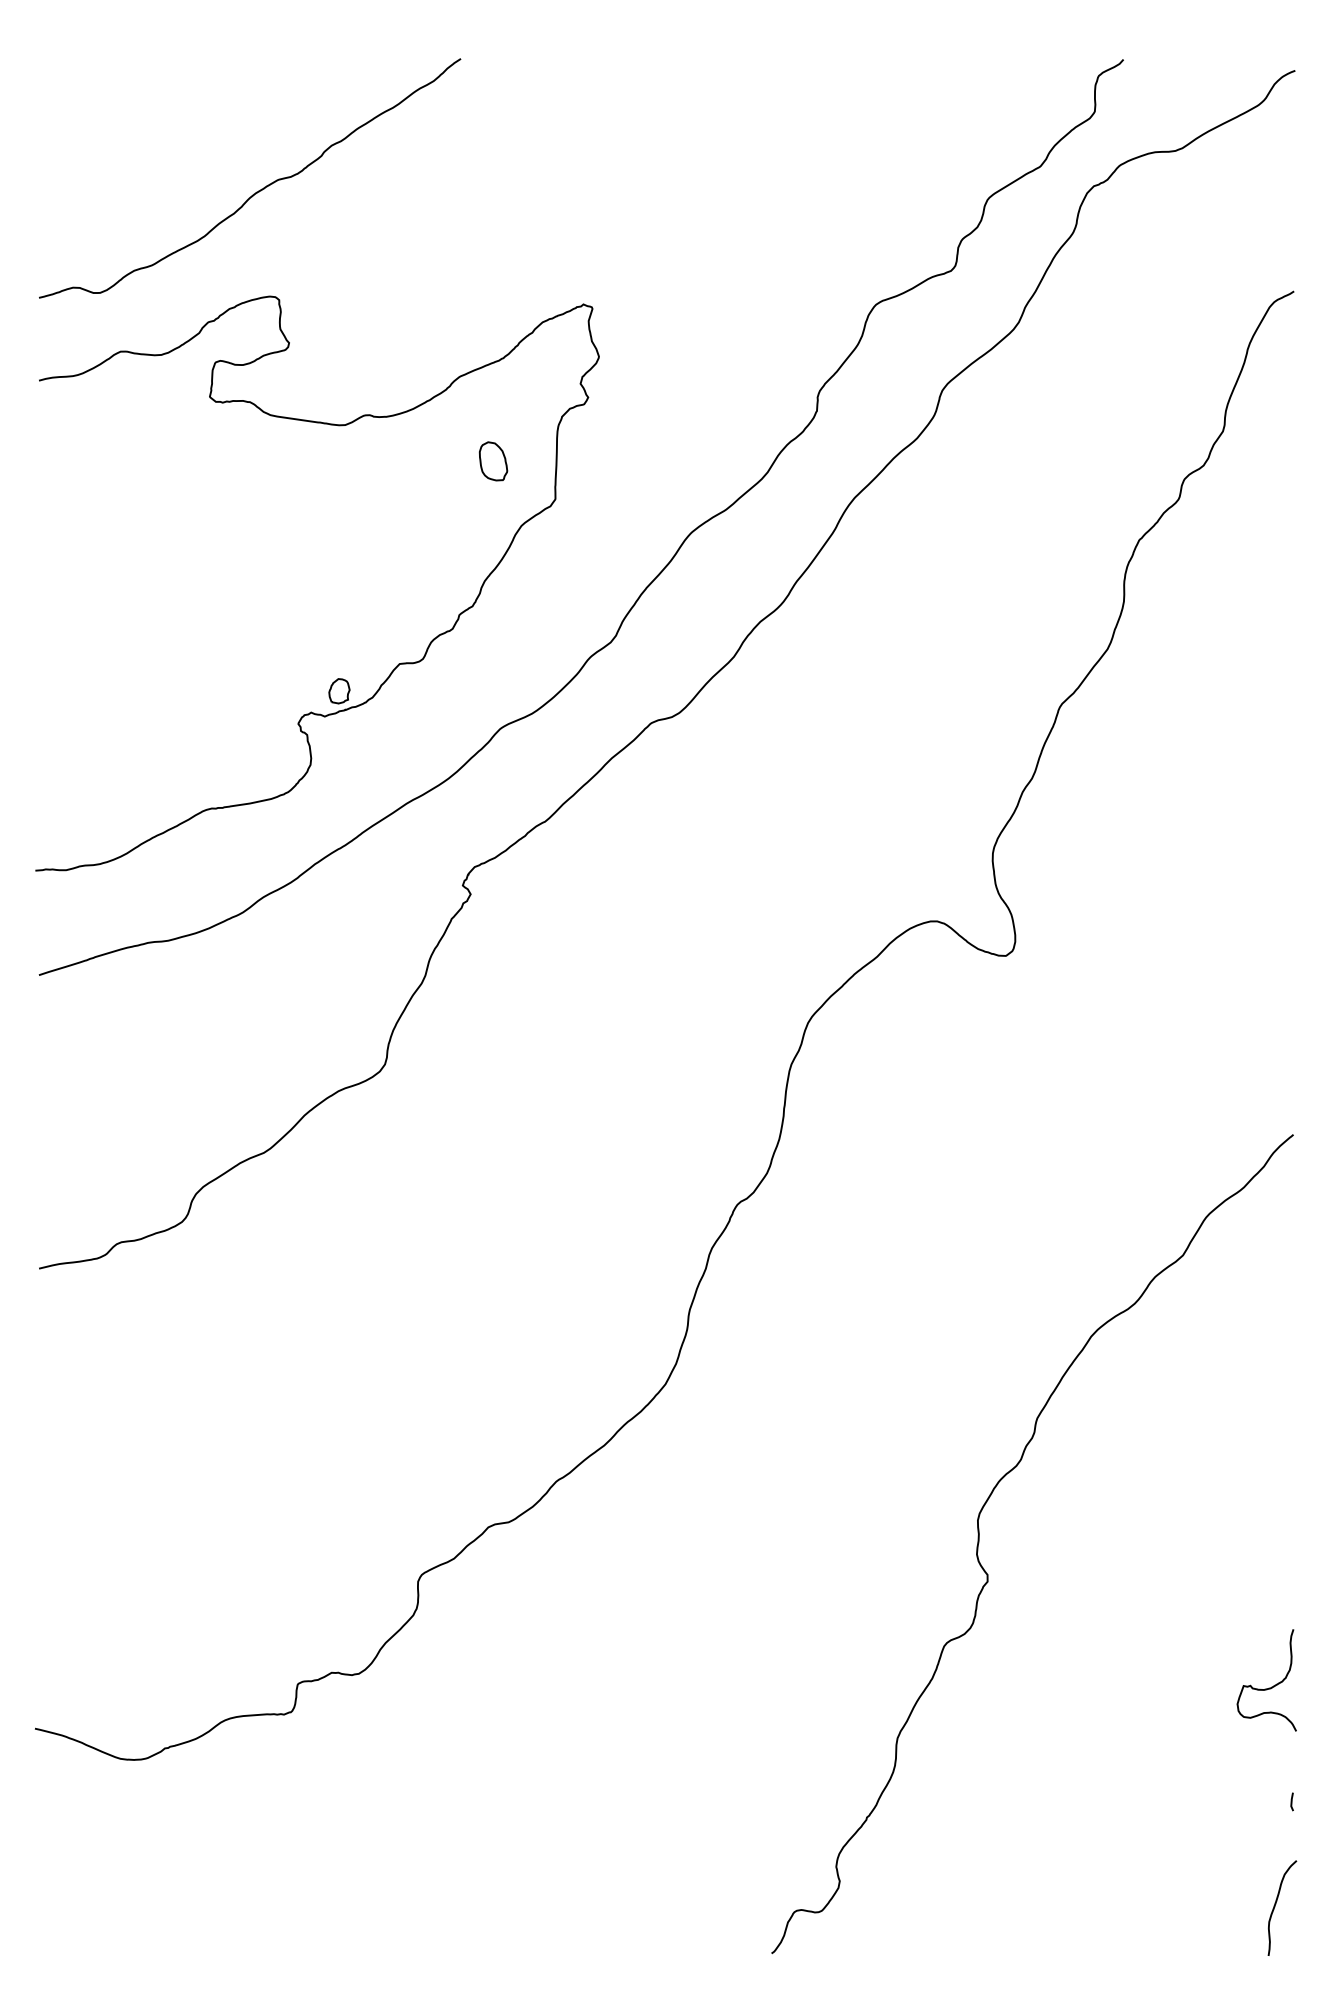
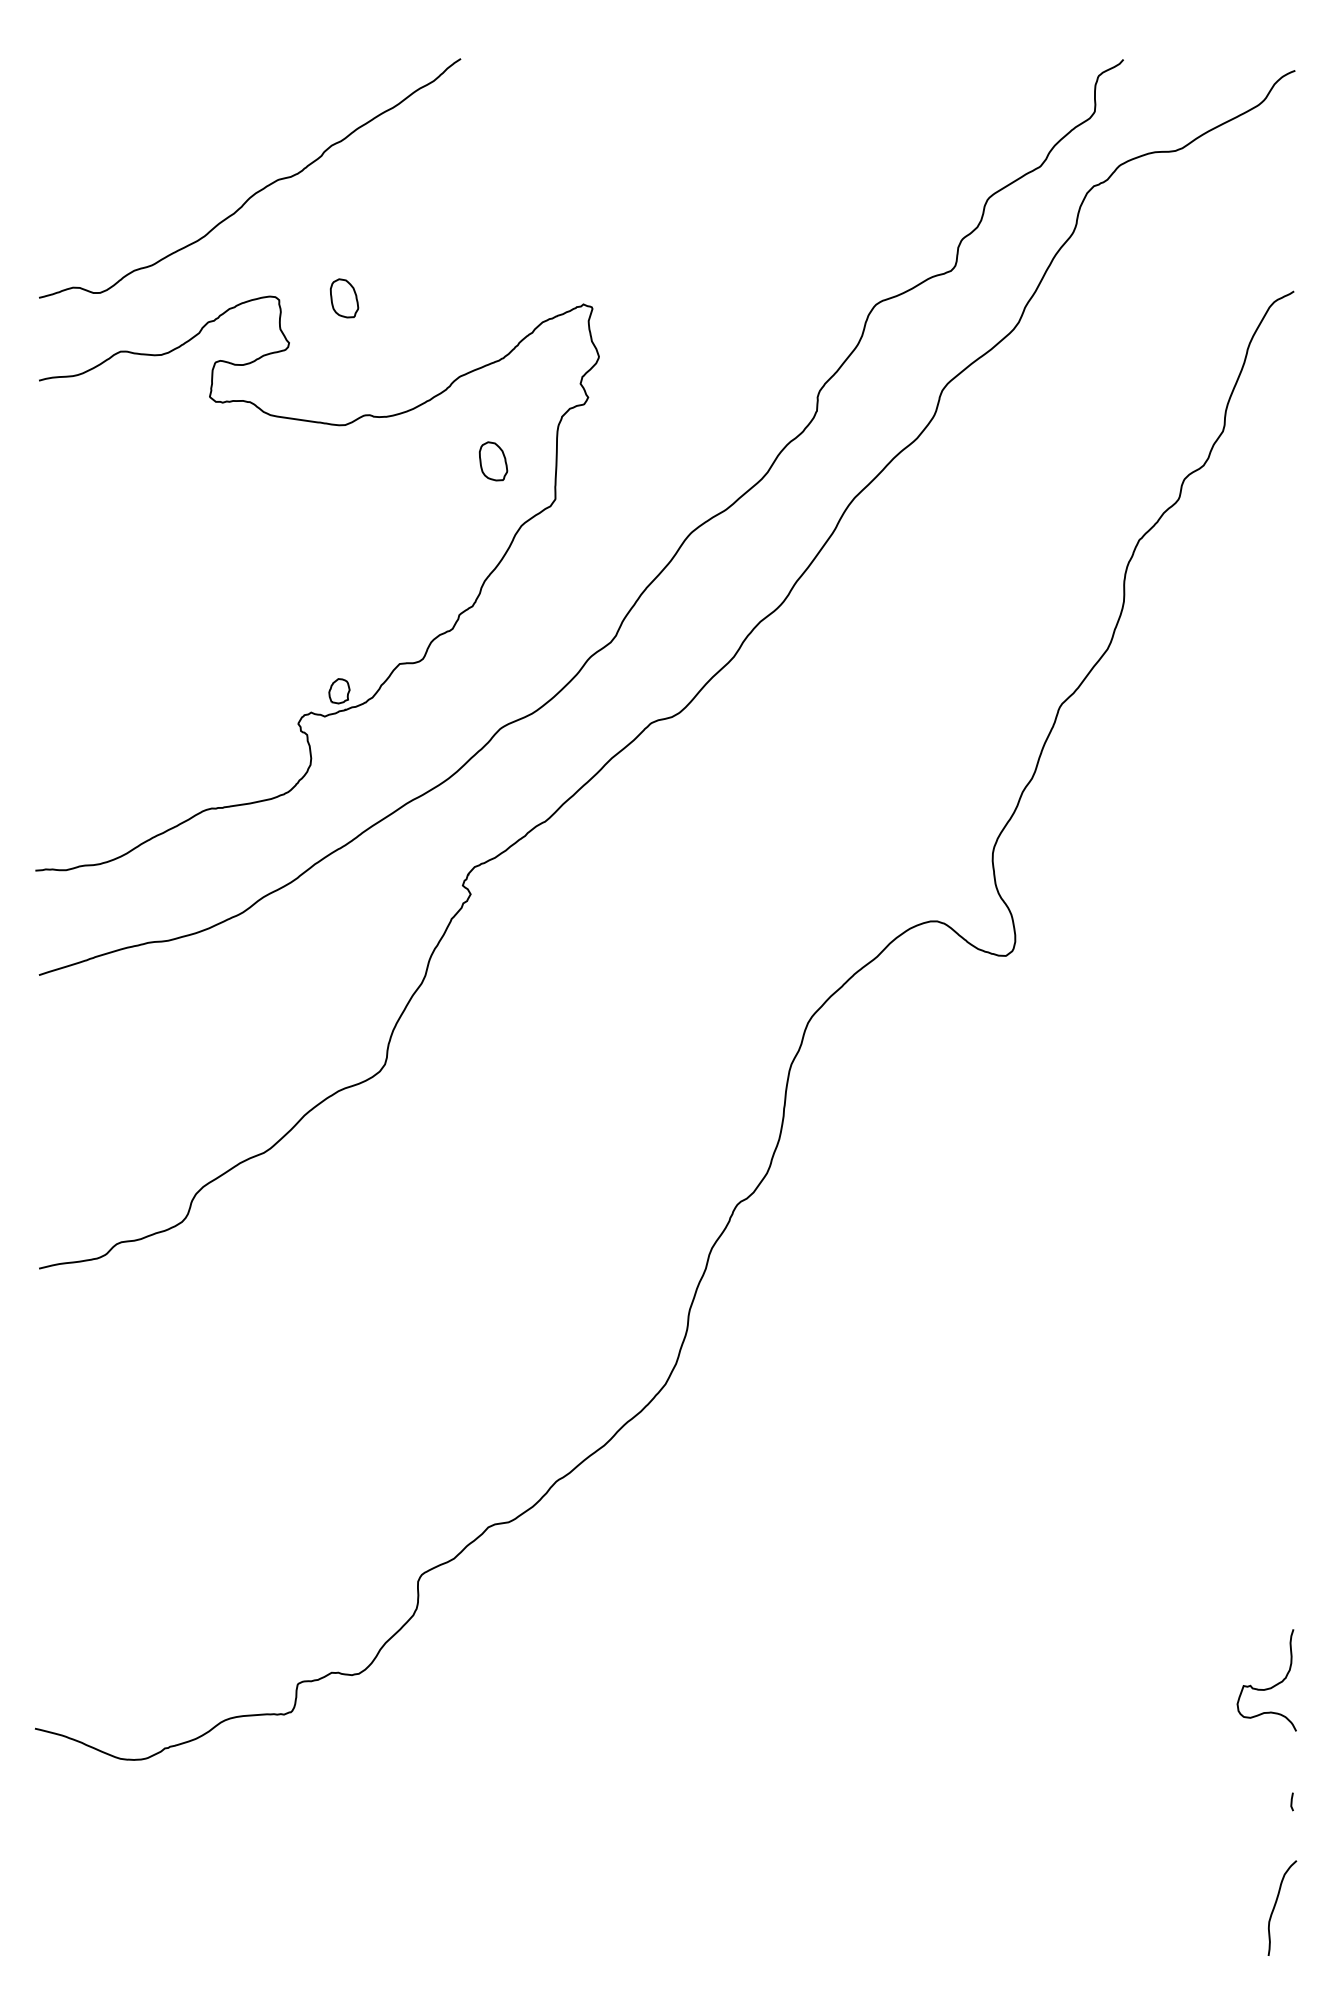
part at (344, 298): none -> present
curve at (979, 1543): present -> none
